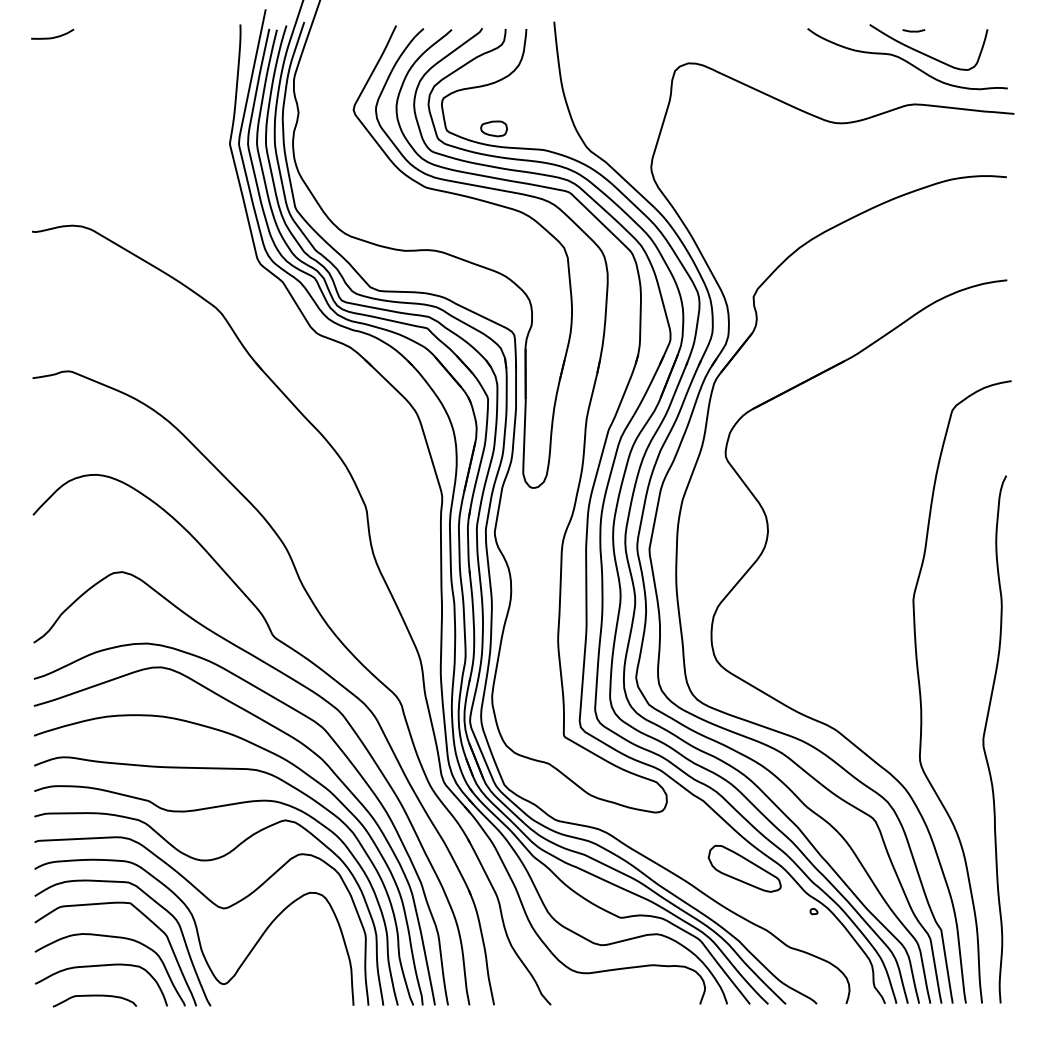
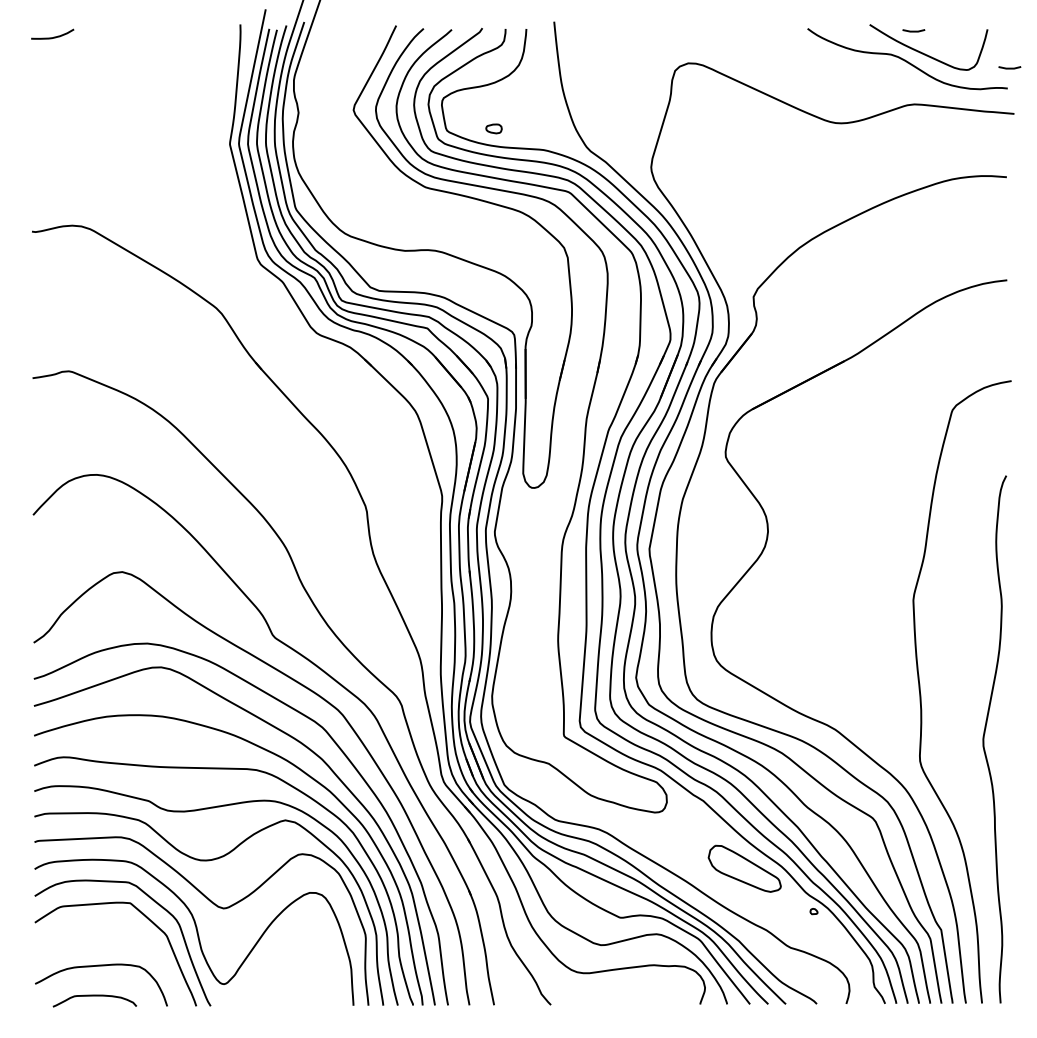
line at (1009, 67): none -> present
part at (493, 128) size: 28x18 px -> 18x12 px
curve at (109, 937): present -> none
